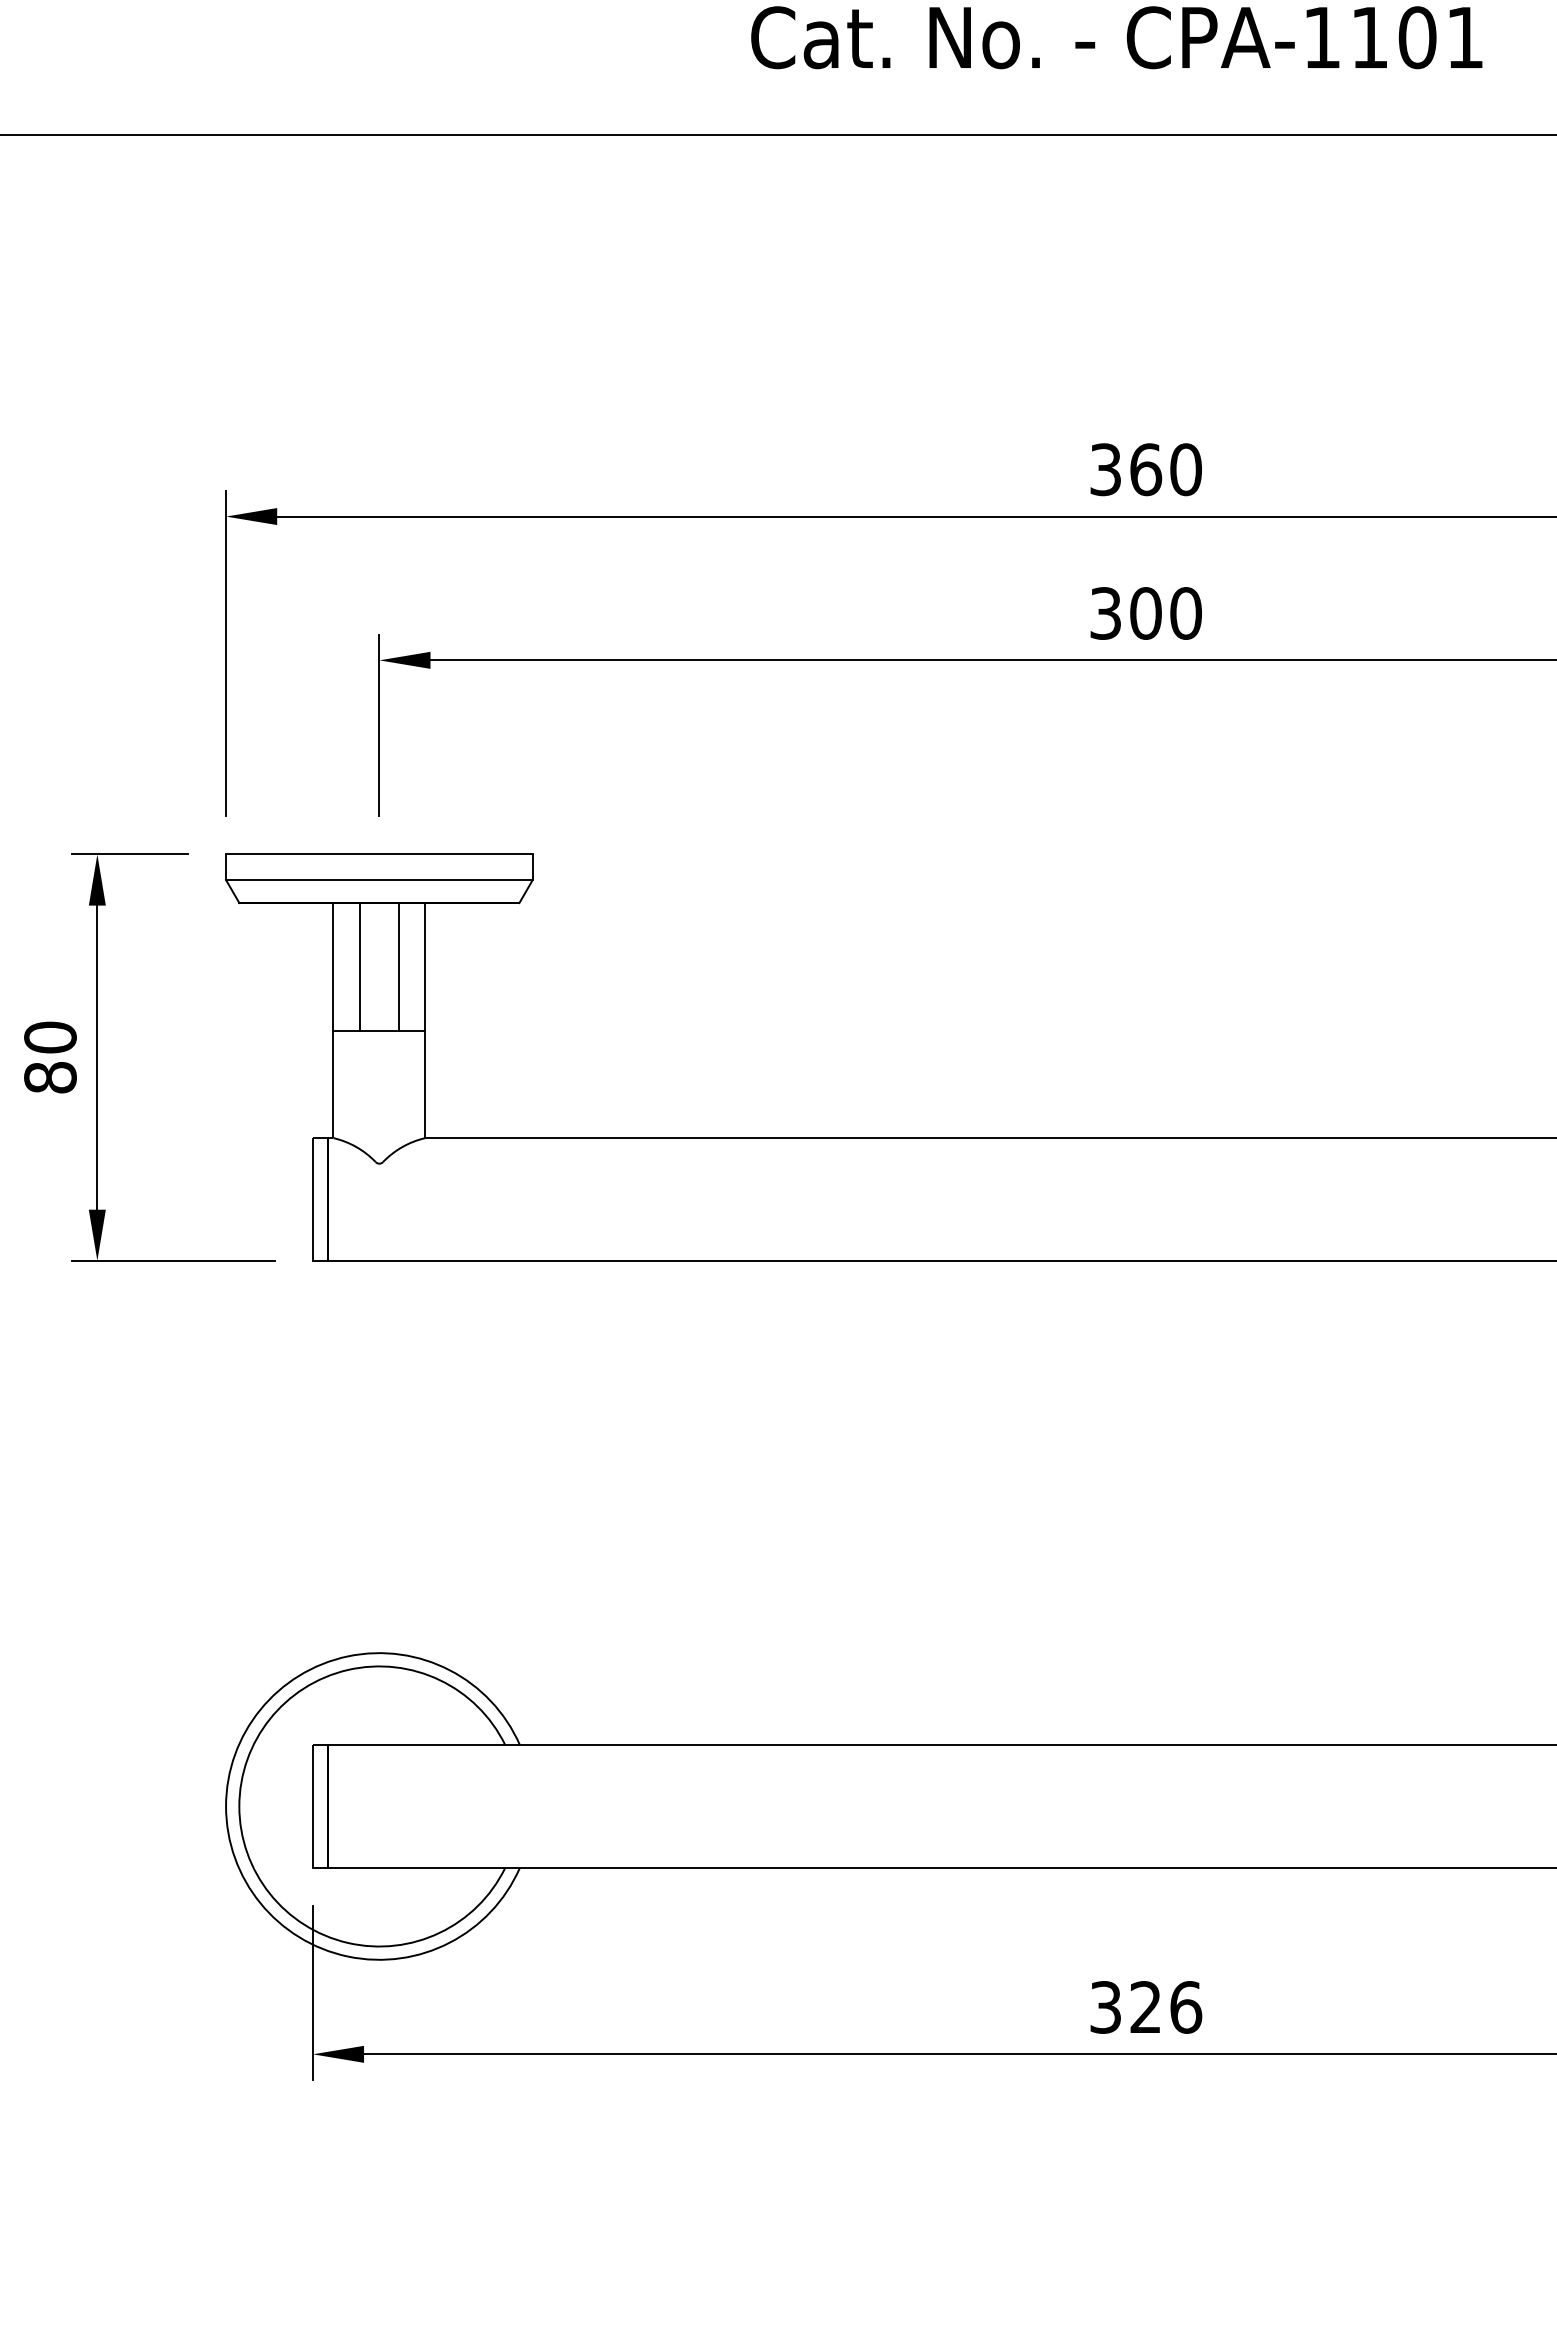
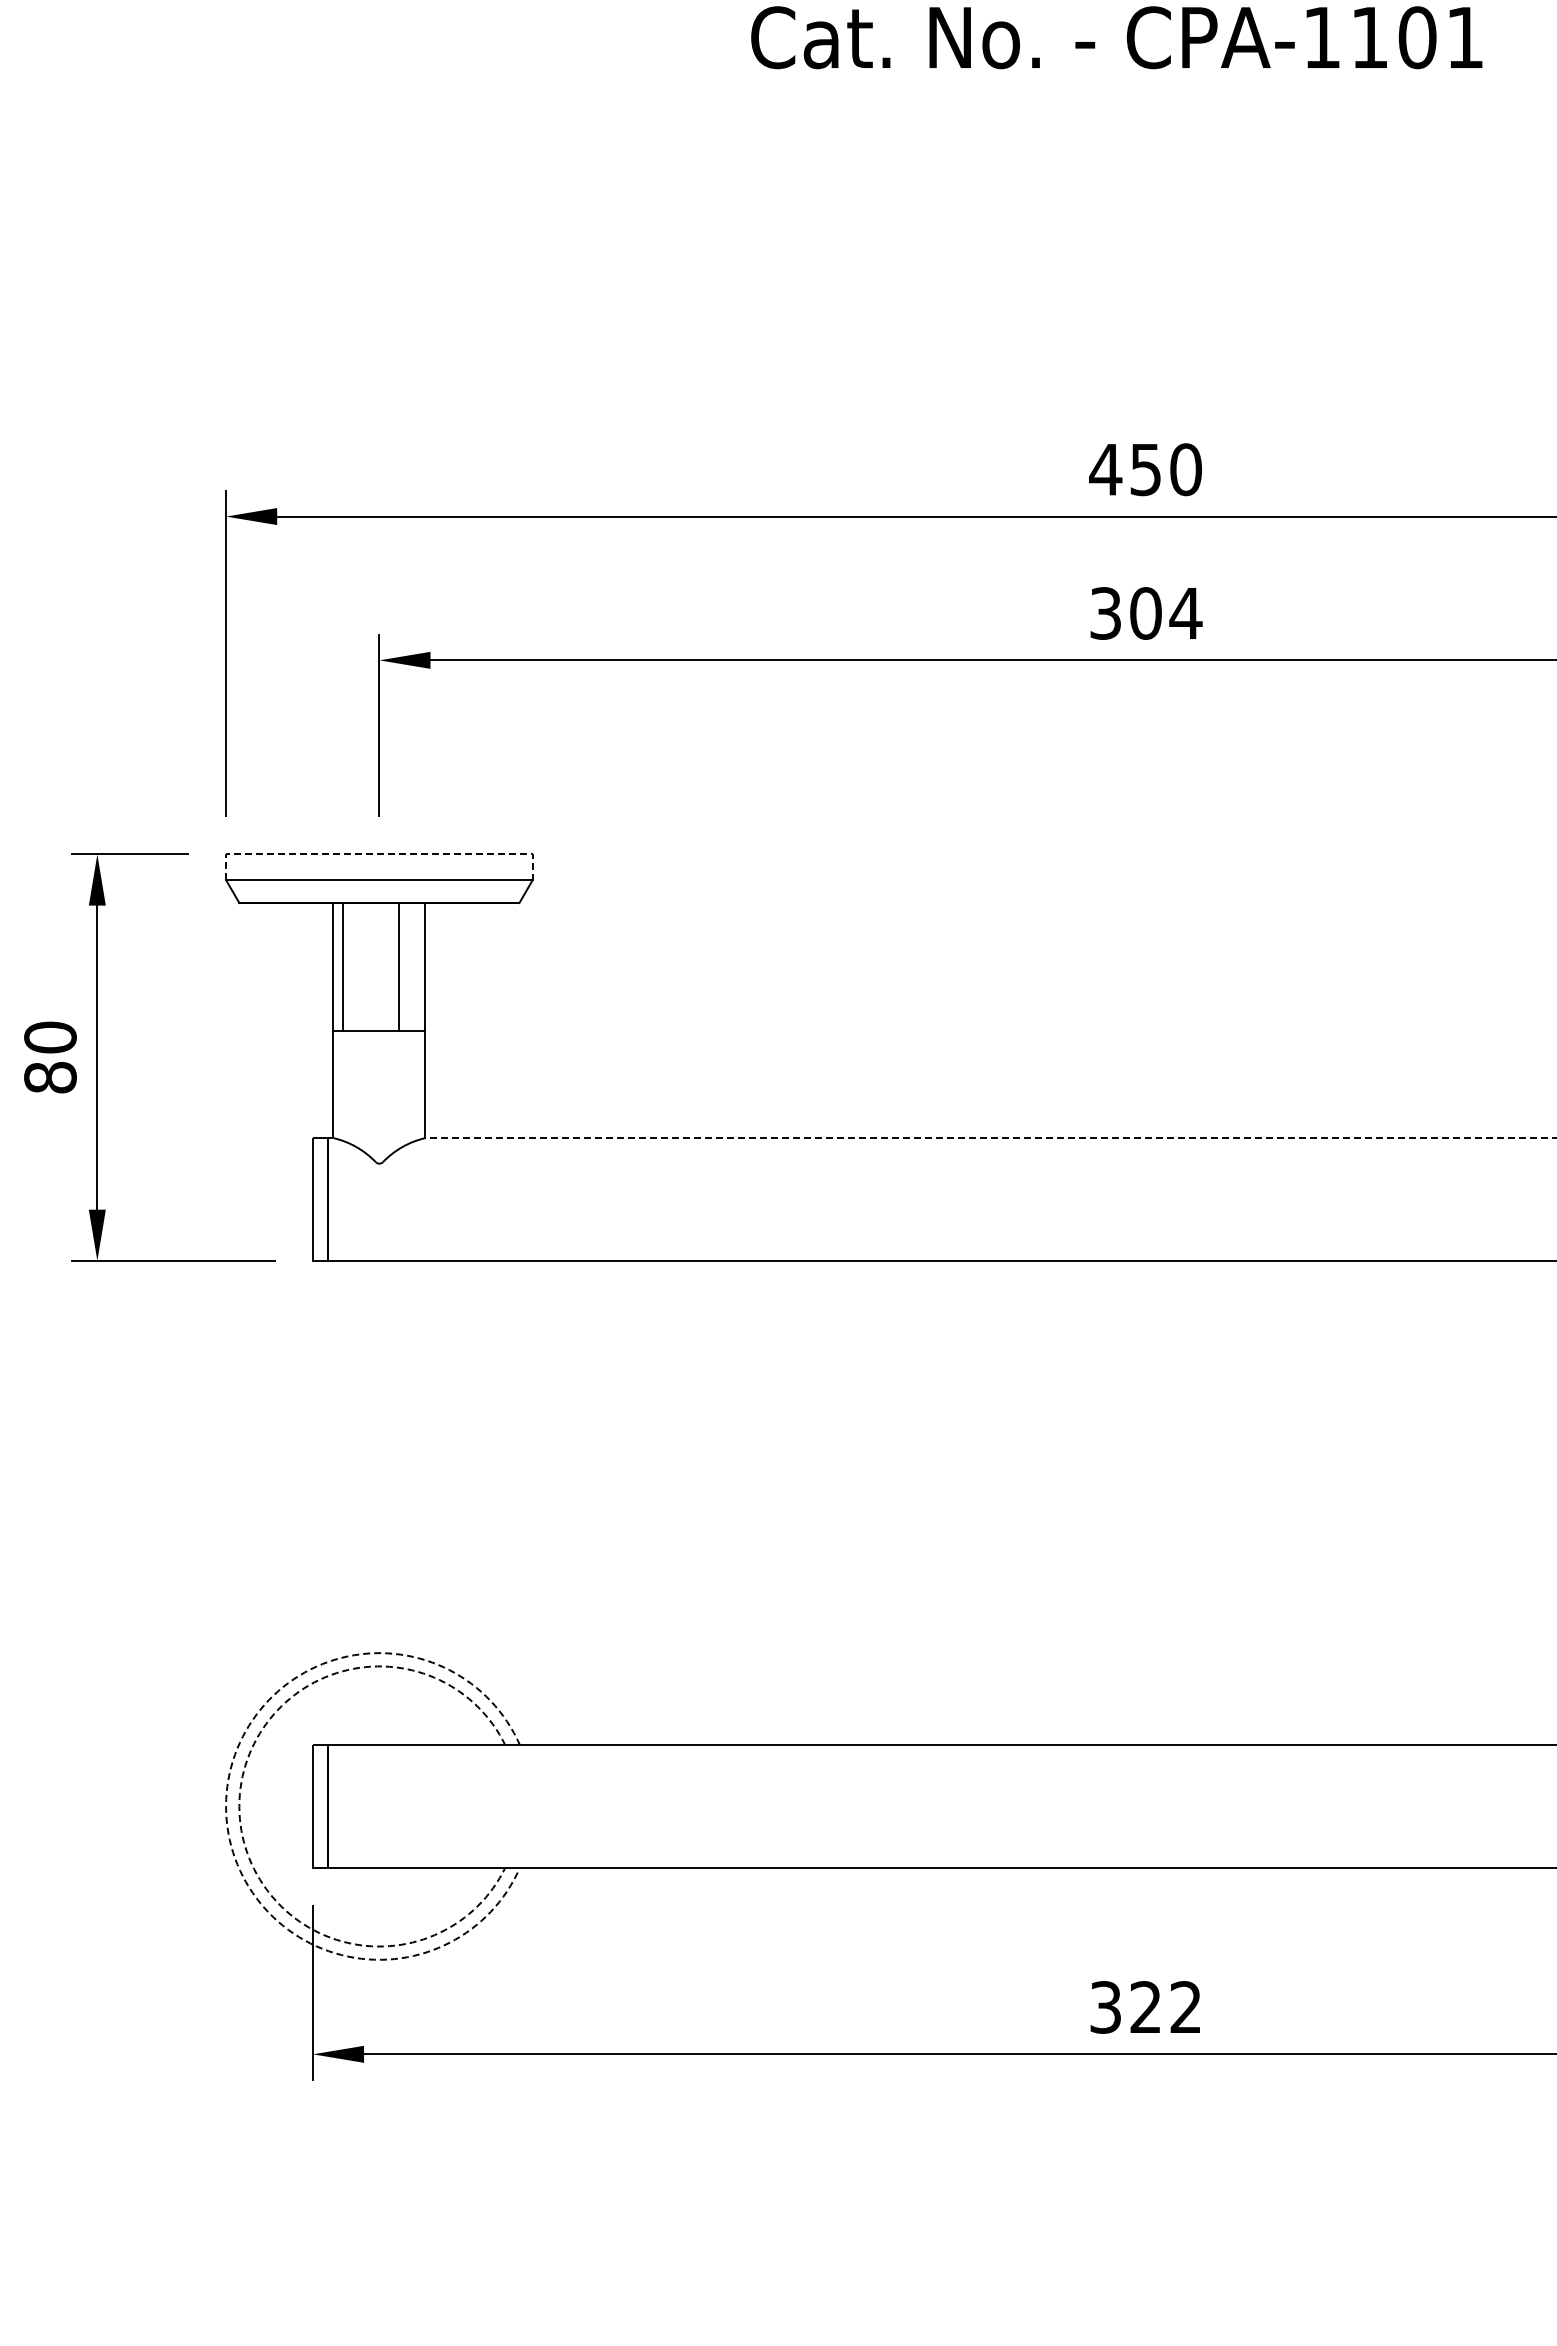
line at (777, 135): present -> none
text at (1125, 469): 360 -> 450
text at (1185, 613): 300 -> 304
line at (379, 854): solid -> dashed
line at (360, 966) position: (360, 966) -> (343, 966)
line at (991, 1138): solid -> dashed
arc at (226, 1806): solid -> dashed
arc at (239, 1806): solid -> dashed
text at (1186, 2007): 326 -> 322
